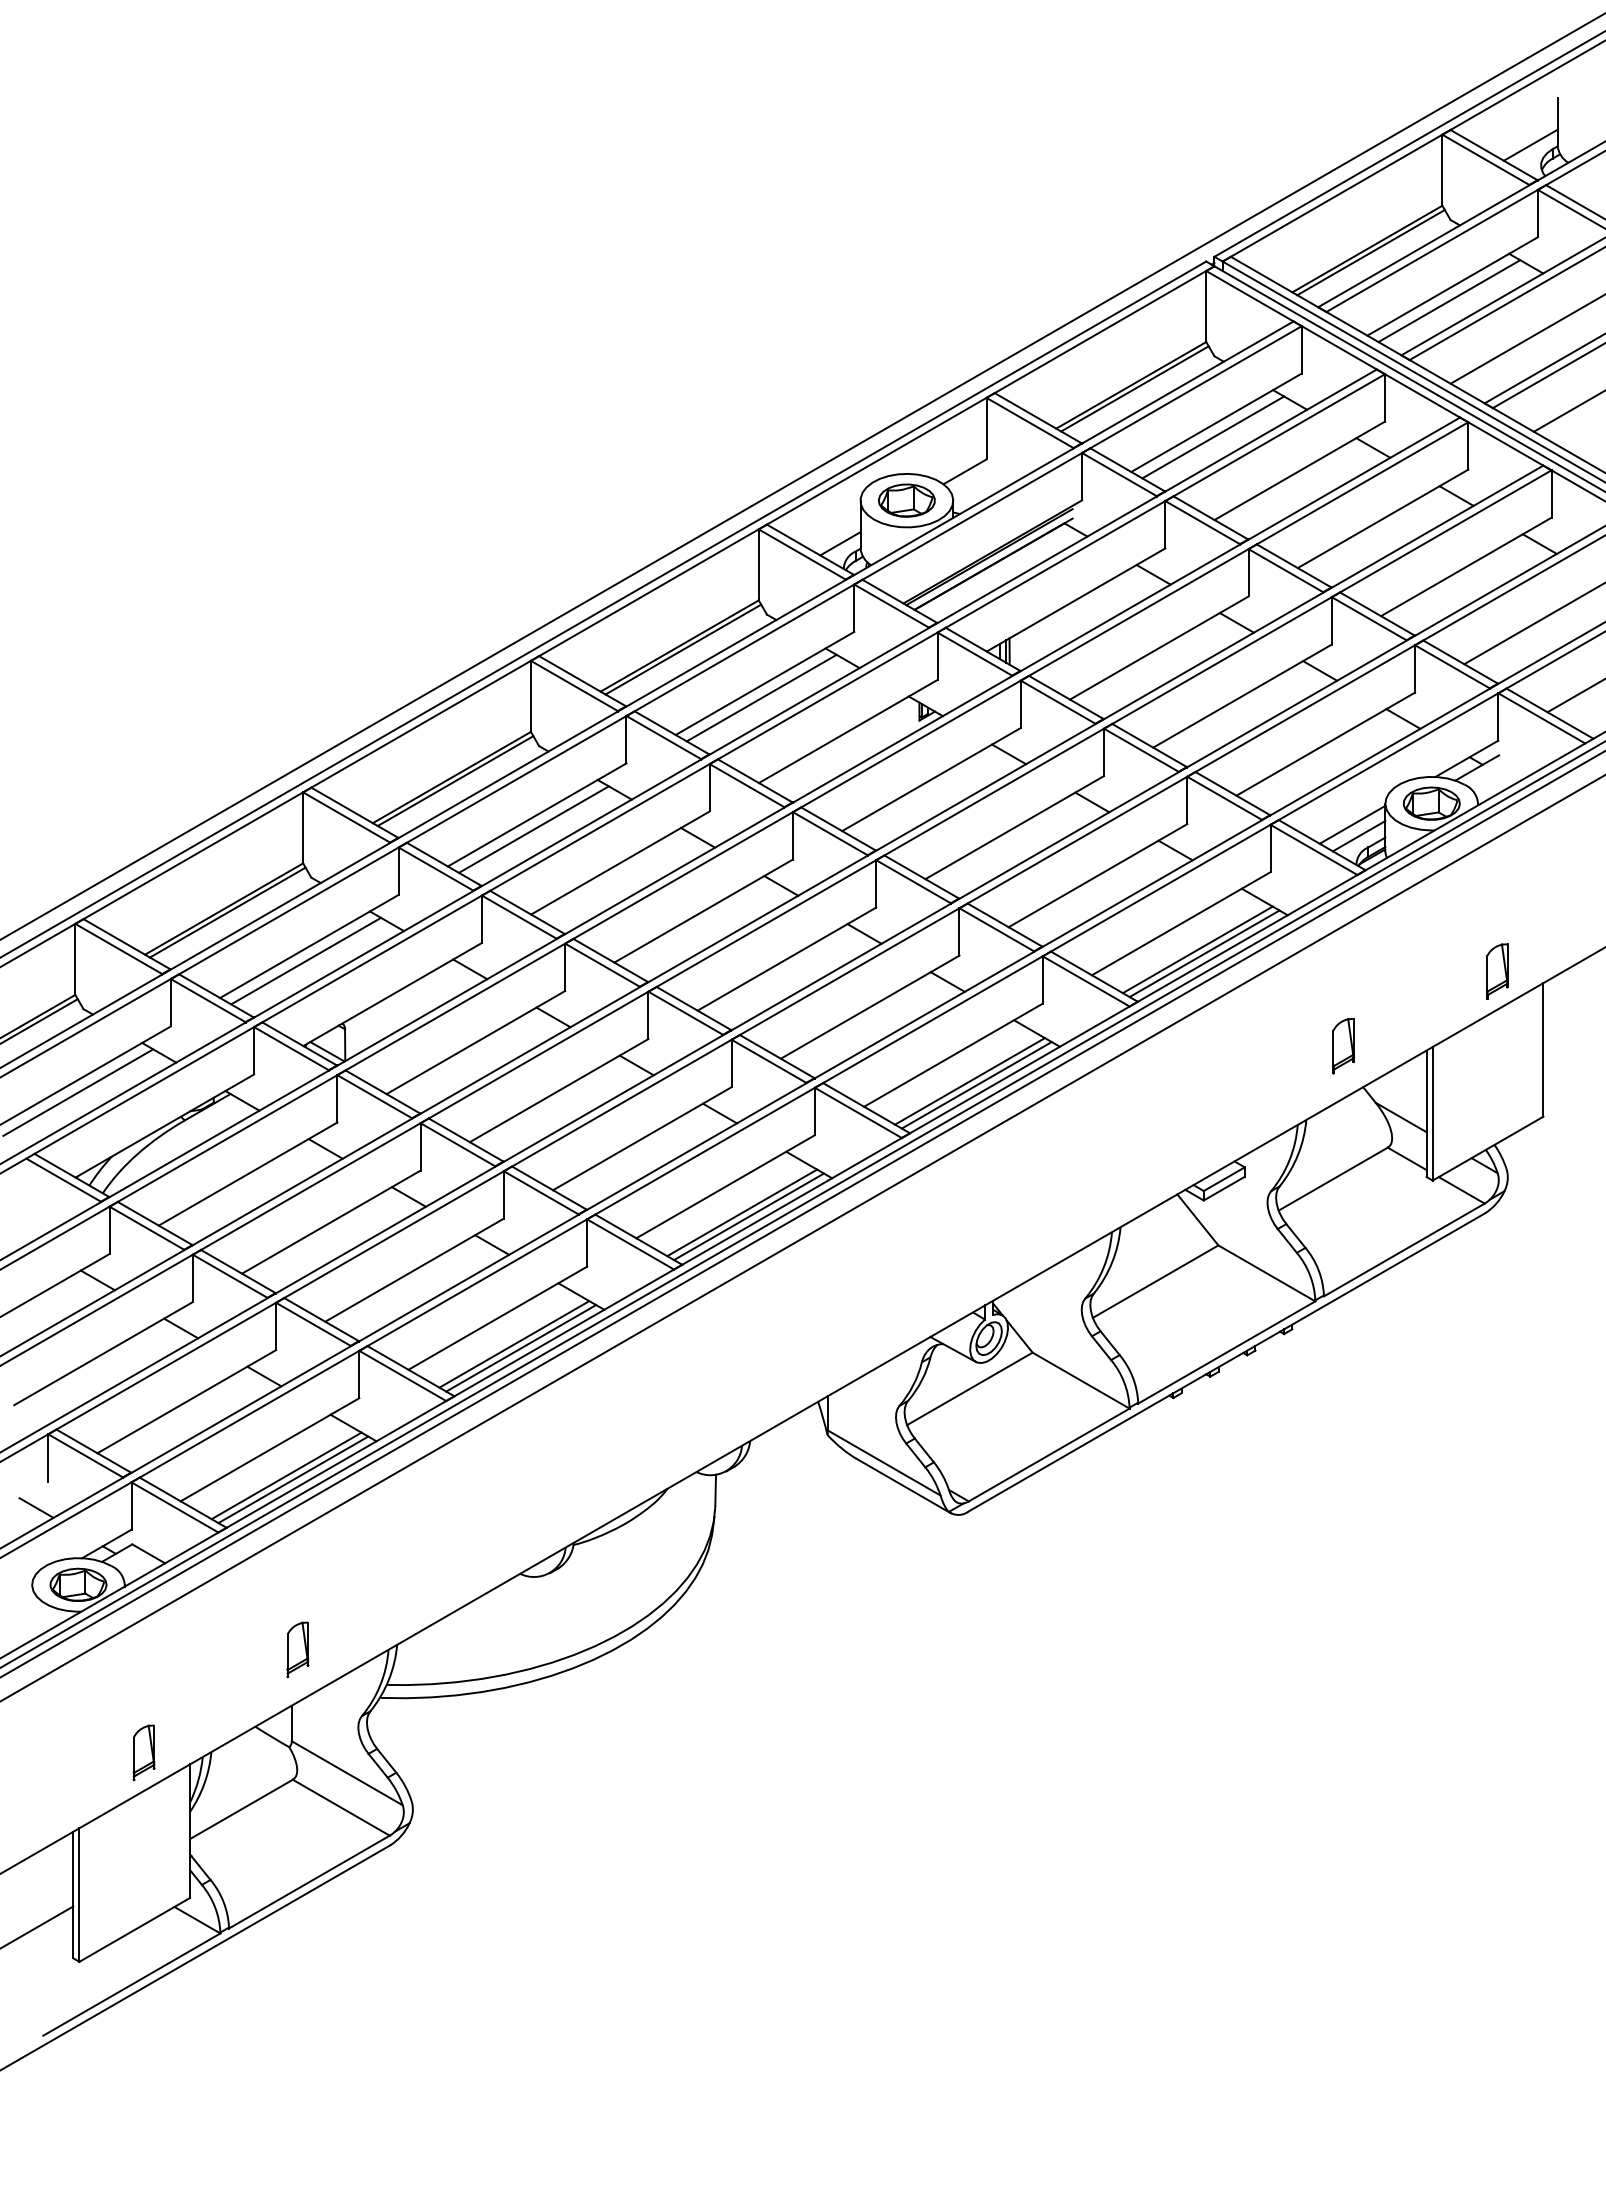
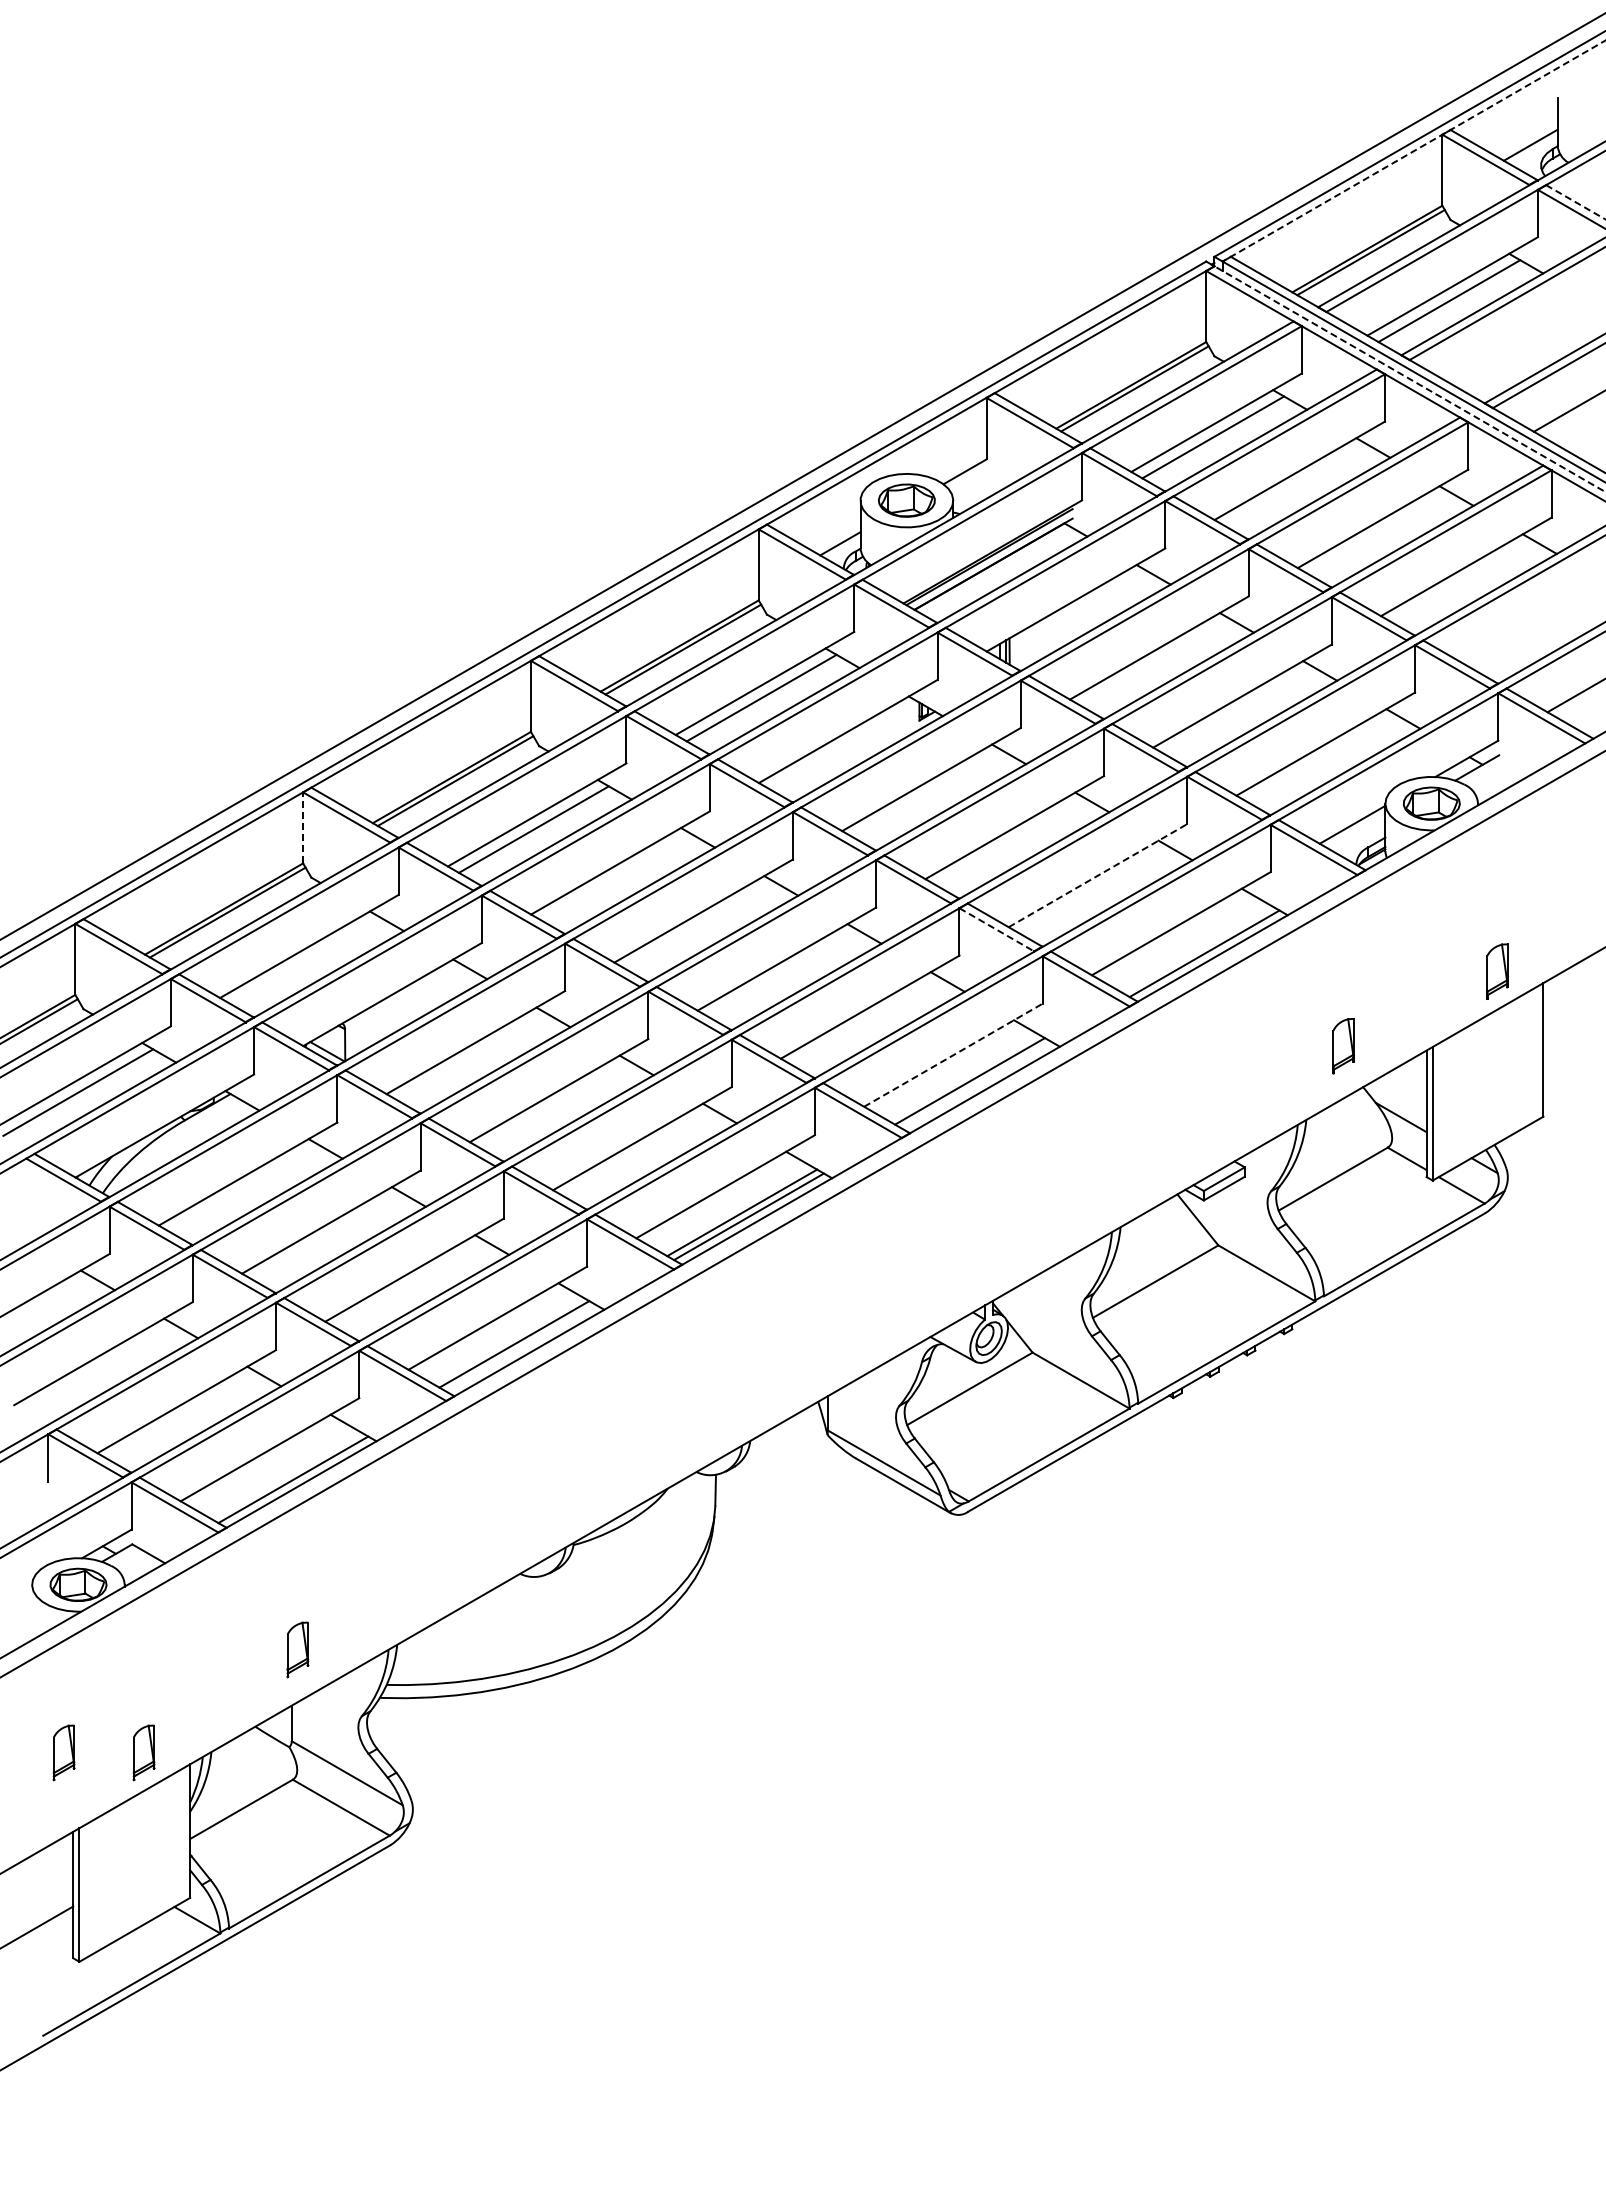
line at (1413, 151): solid -> dashed
line at (1576, 202): solid -> dashed
line at (1526, 339): present -> none
line at (1409, 379): solid -> dashed
line at (1533, 624): present -> none
line at (303, 827): solid -> dashed
line at (1358, 836): present -> none
line at (1098, 875): solid -> dashed
line at (997, 930): solid -> dashed
line at (1197, 949): present -> none
line at (306, 960): present -> none
line at (953, 1054): solid -> dashed
line at (976, 1085): present -> none
line at (802, 1204): present -> none
line at (802, 1238): present -> none
line at (521, 1348): present -> none
line at (286, 1475): present -> none
line at (36, 1507): present -> none
part at (63, 1752): none -> present
